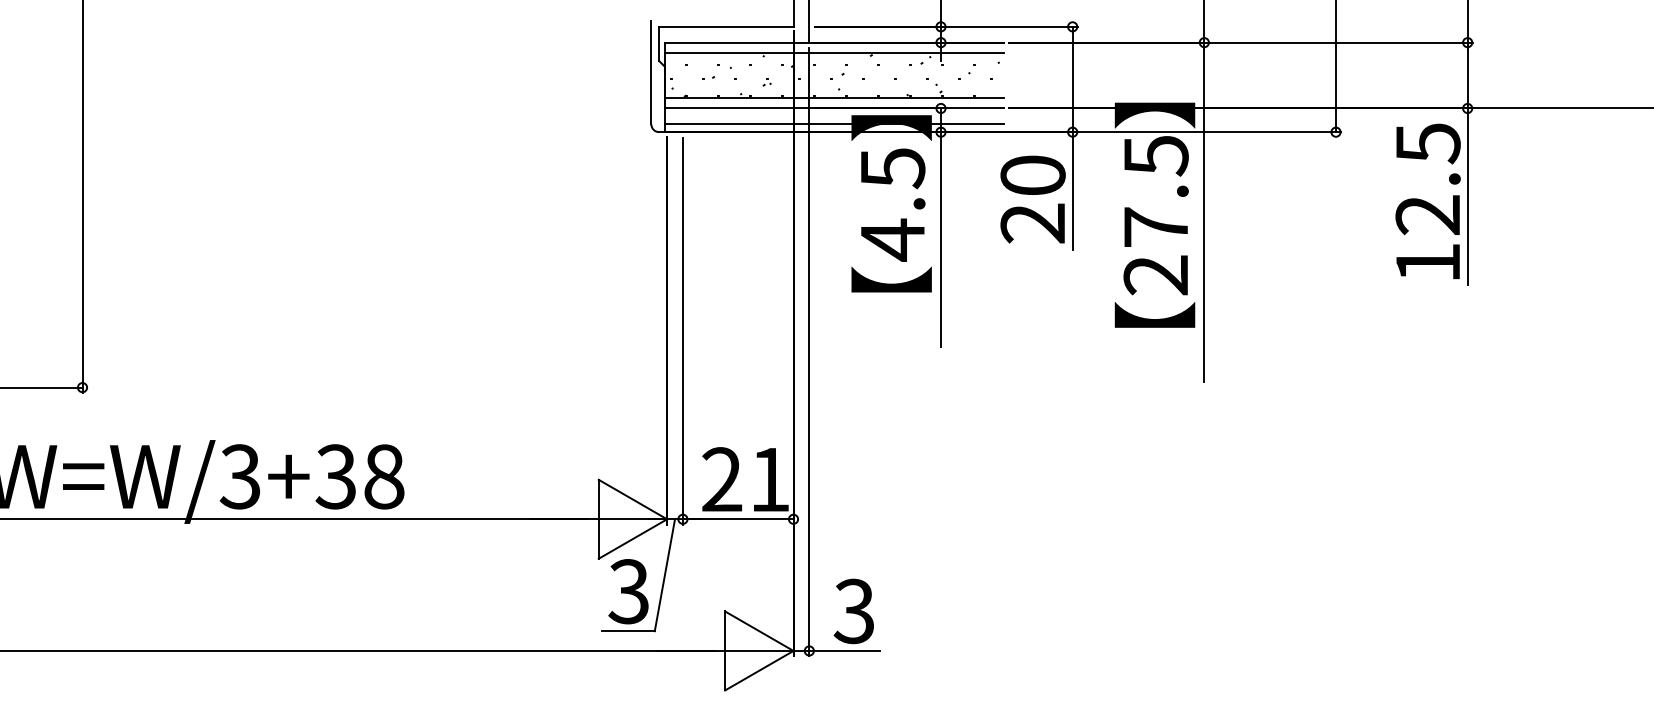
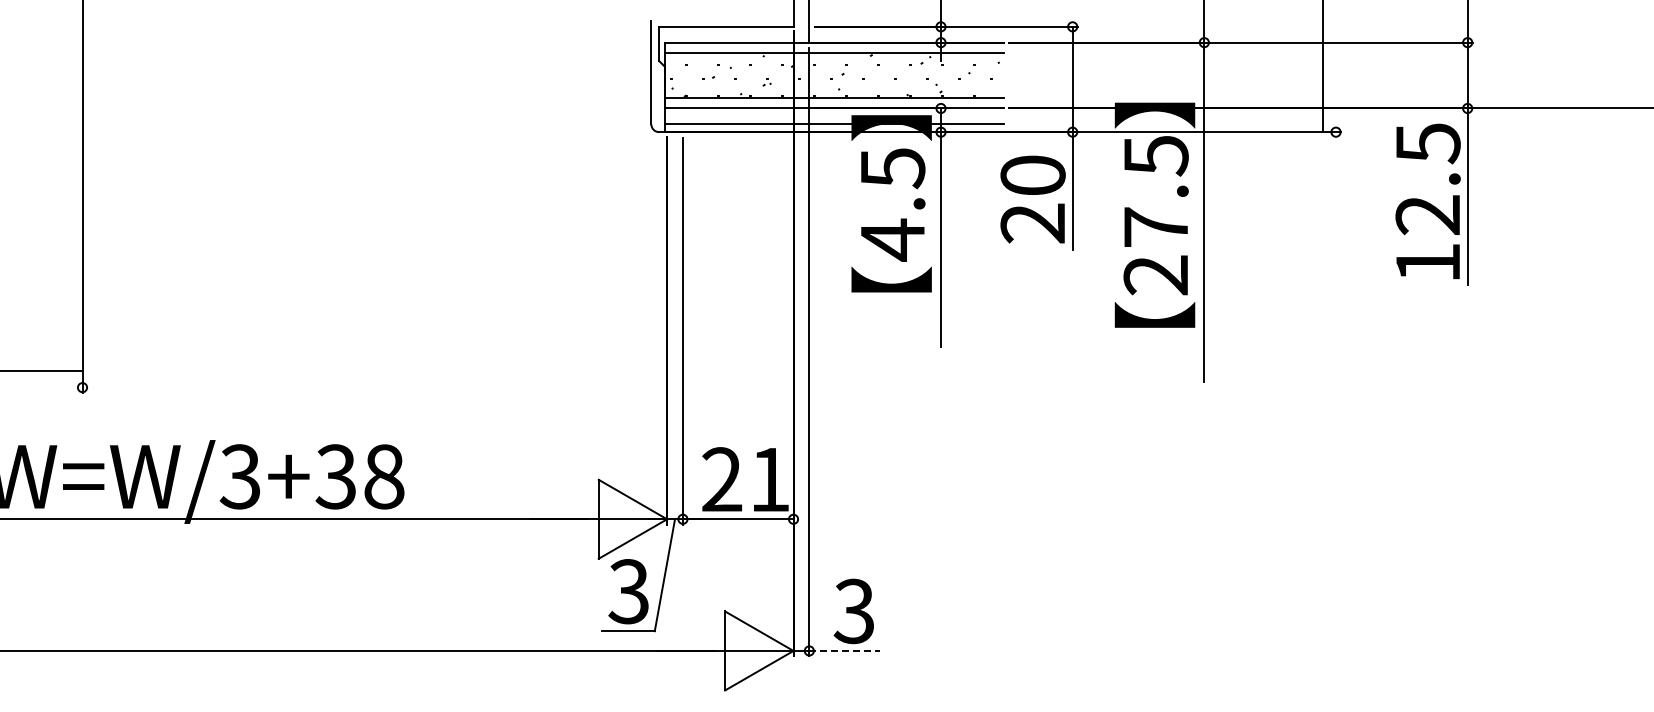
line at (1336, 67) position: (1336, 67) -> (1323, 67)
line at (42, 387) position: (42, 387) -> (42, 370)
line at (845, 650): solid -> dashed
